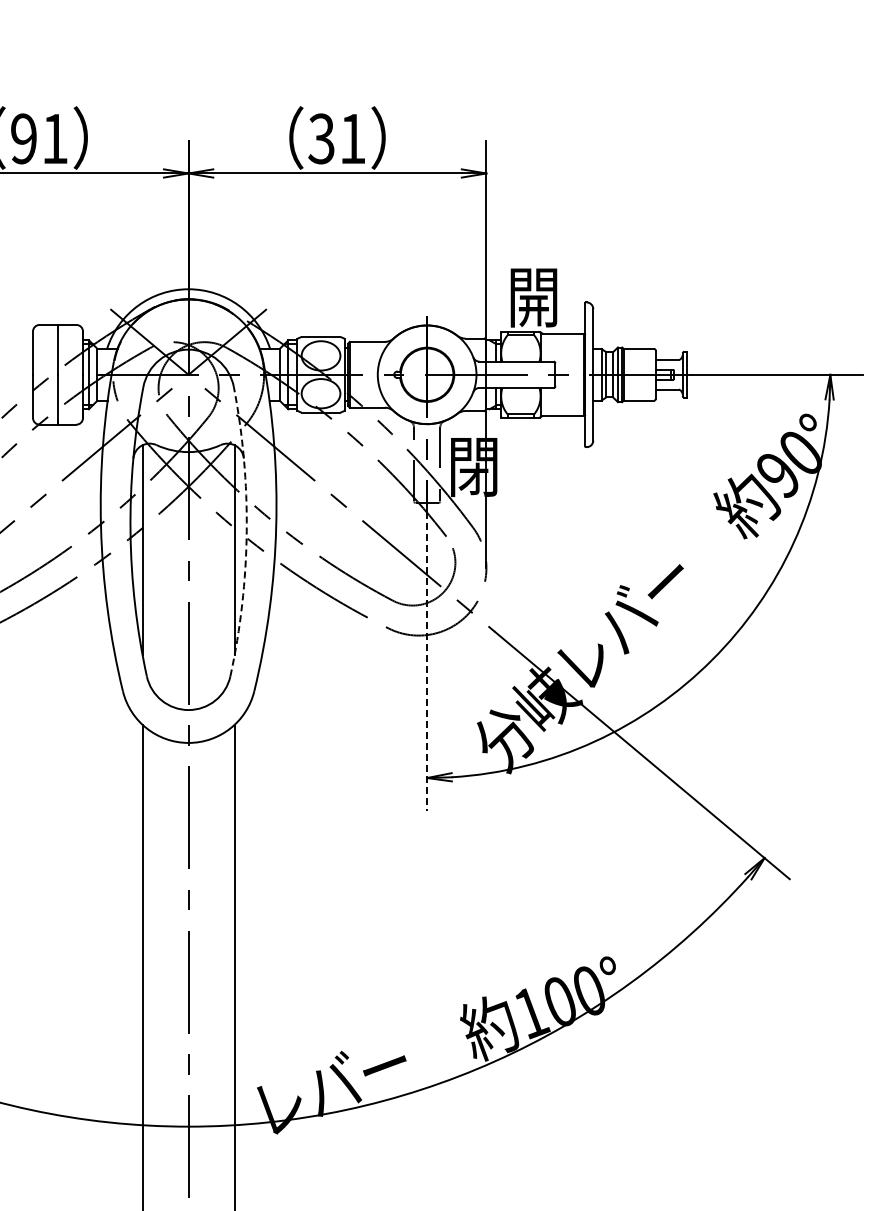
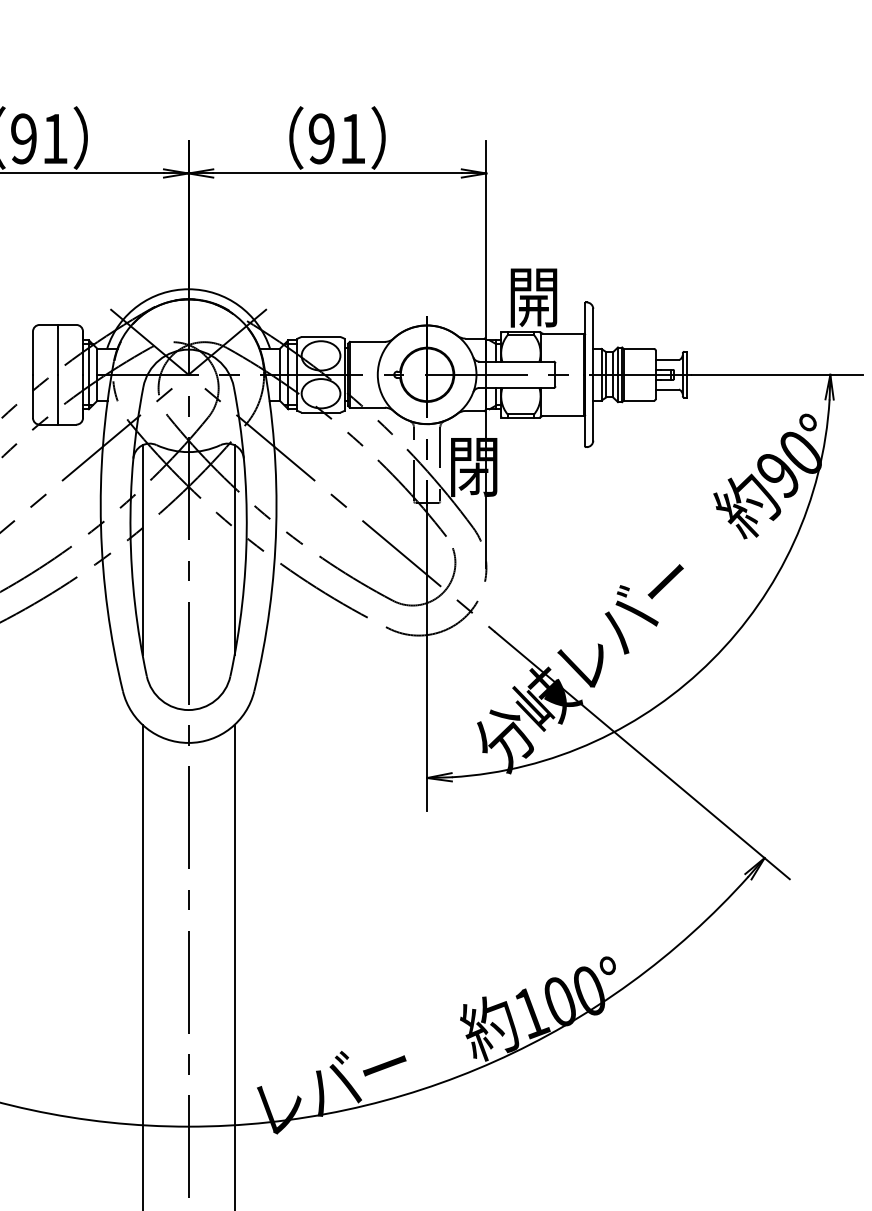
text at (321, 138): 31 -> 91
arc at (246, 531): dashed -> solid
line at (427, 662): dashed -> solid
